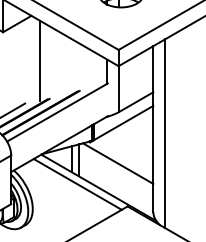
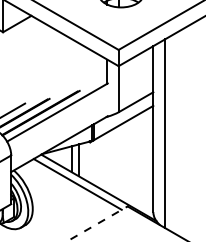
line at (39, 60): present -> none
line at (118, 163): present -> none
line at (97, 223): solid -> dashed
